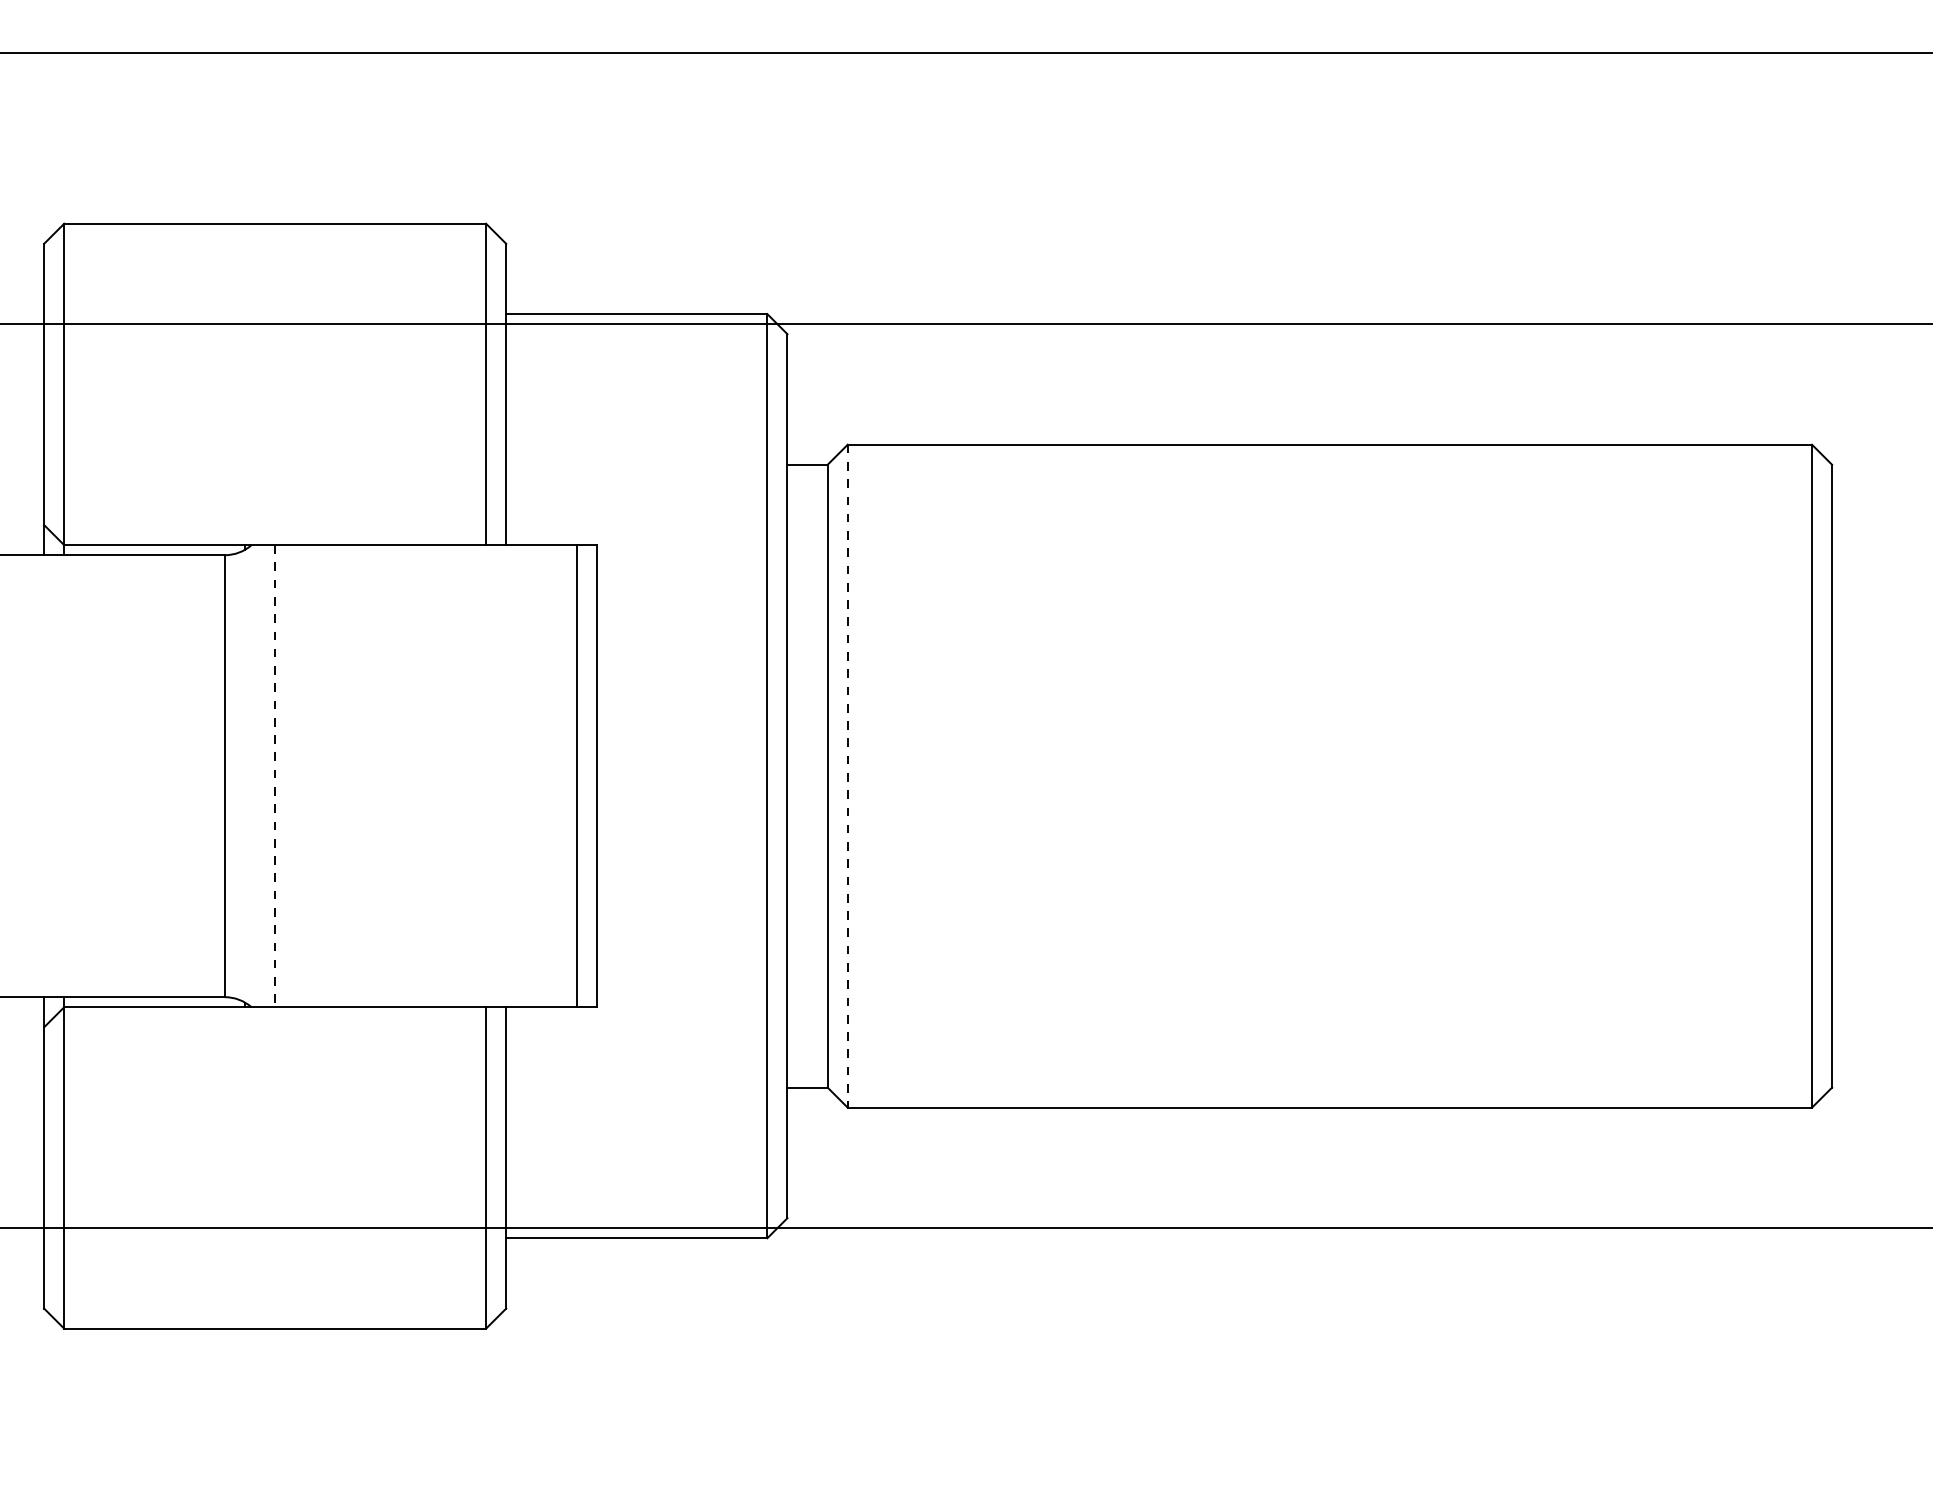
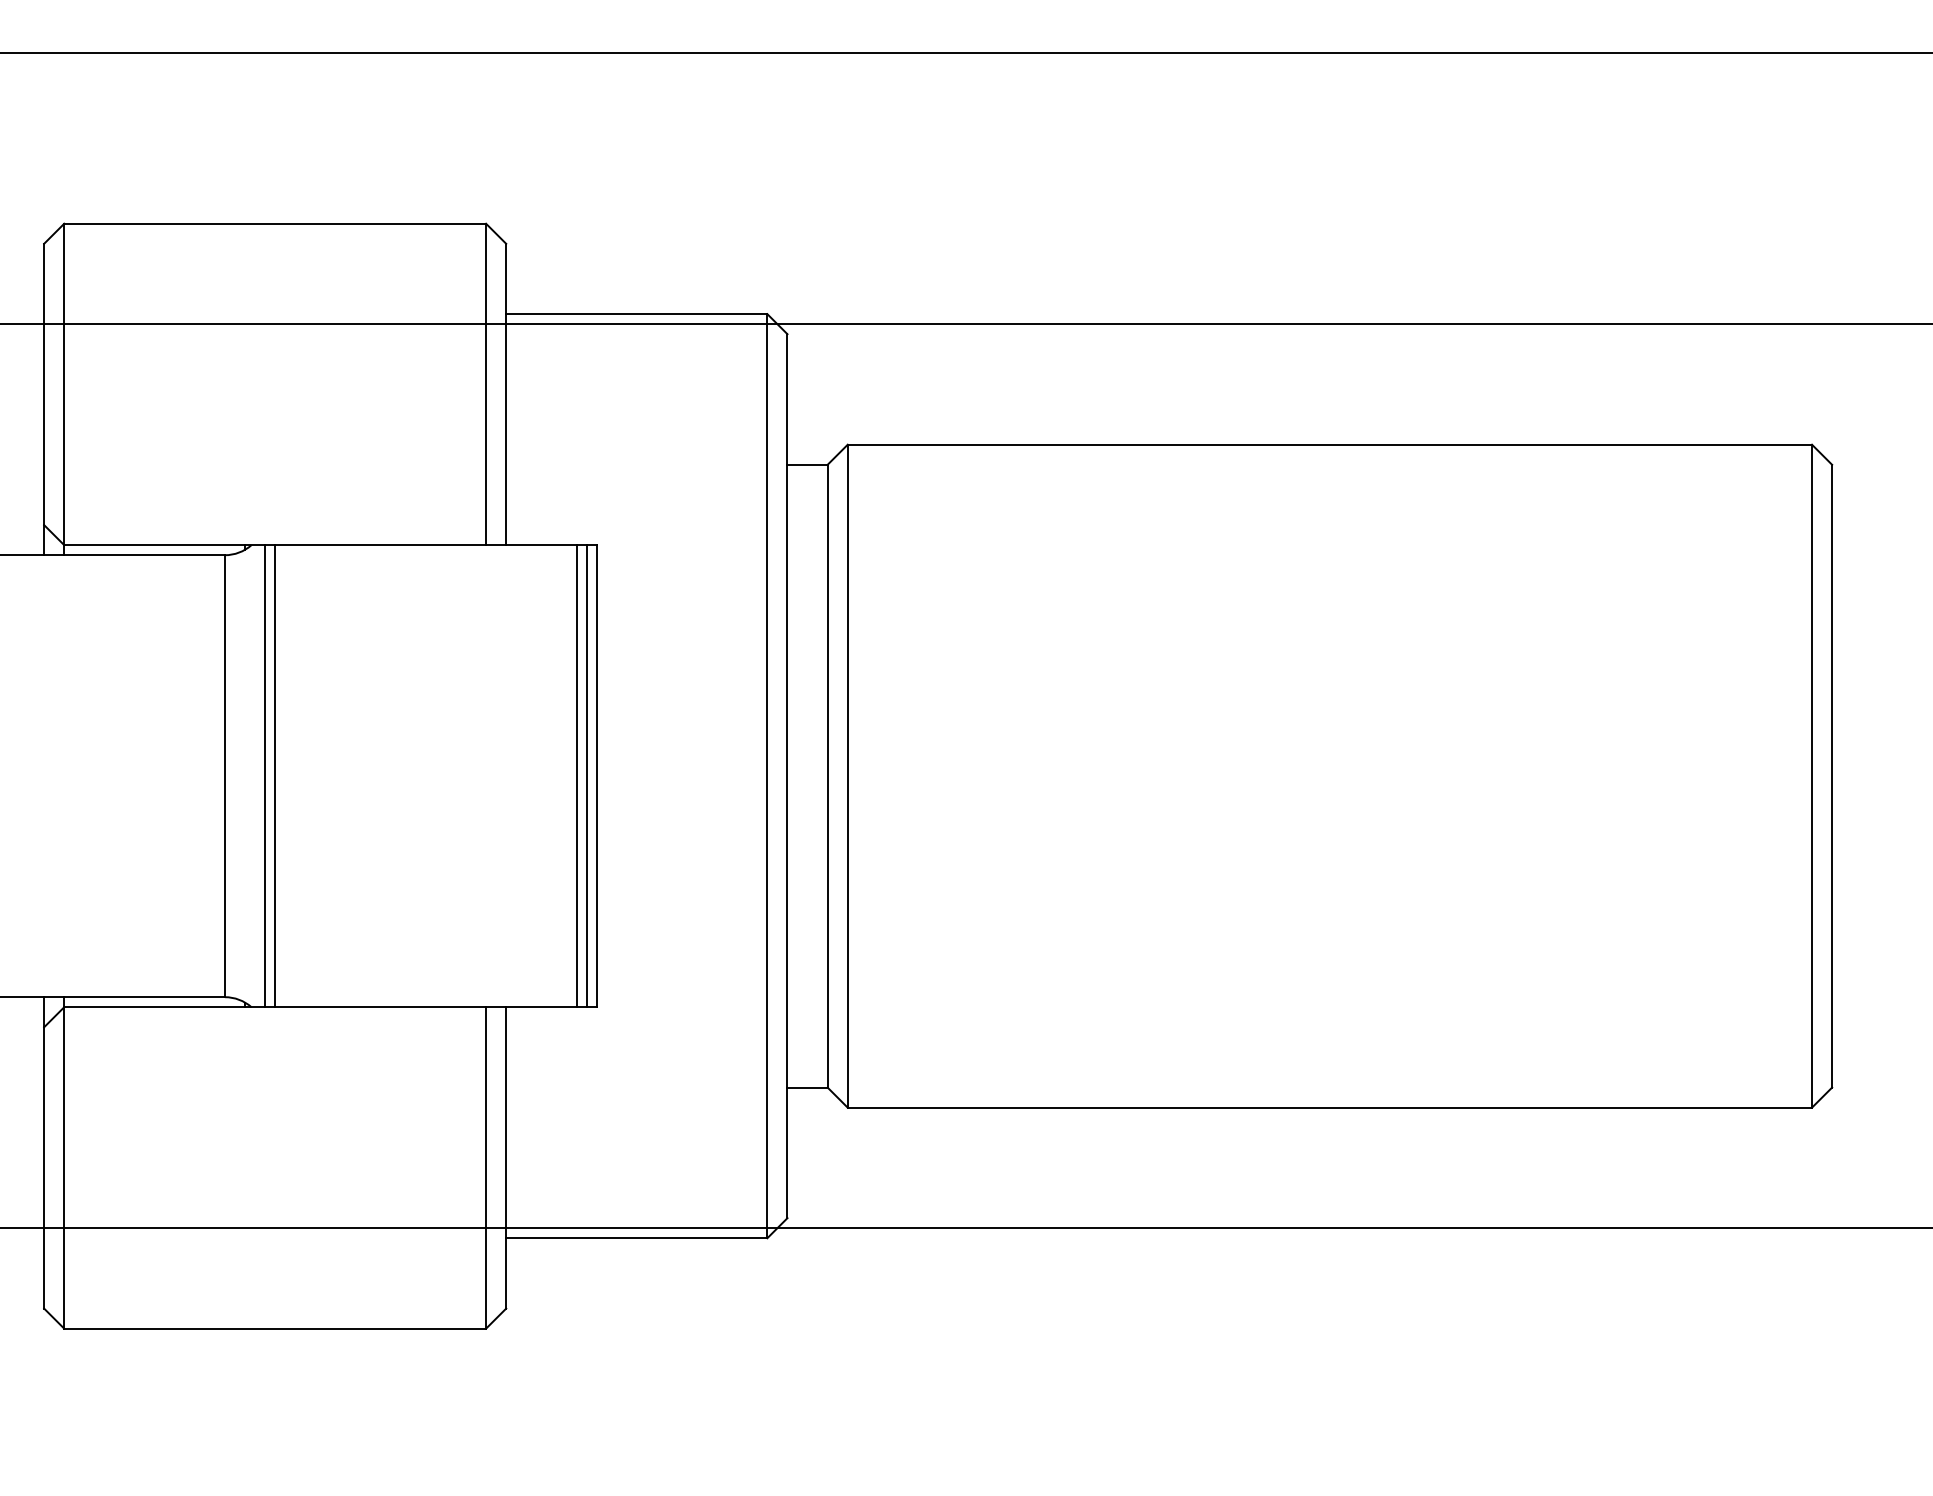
line at (265, 776): none -> present
line at (275, 776): dashed -> solid
line at (586, 776): none -> present
line at (847, 776): dashed -> solid
